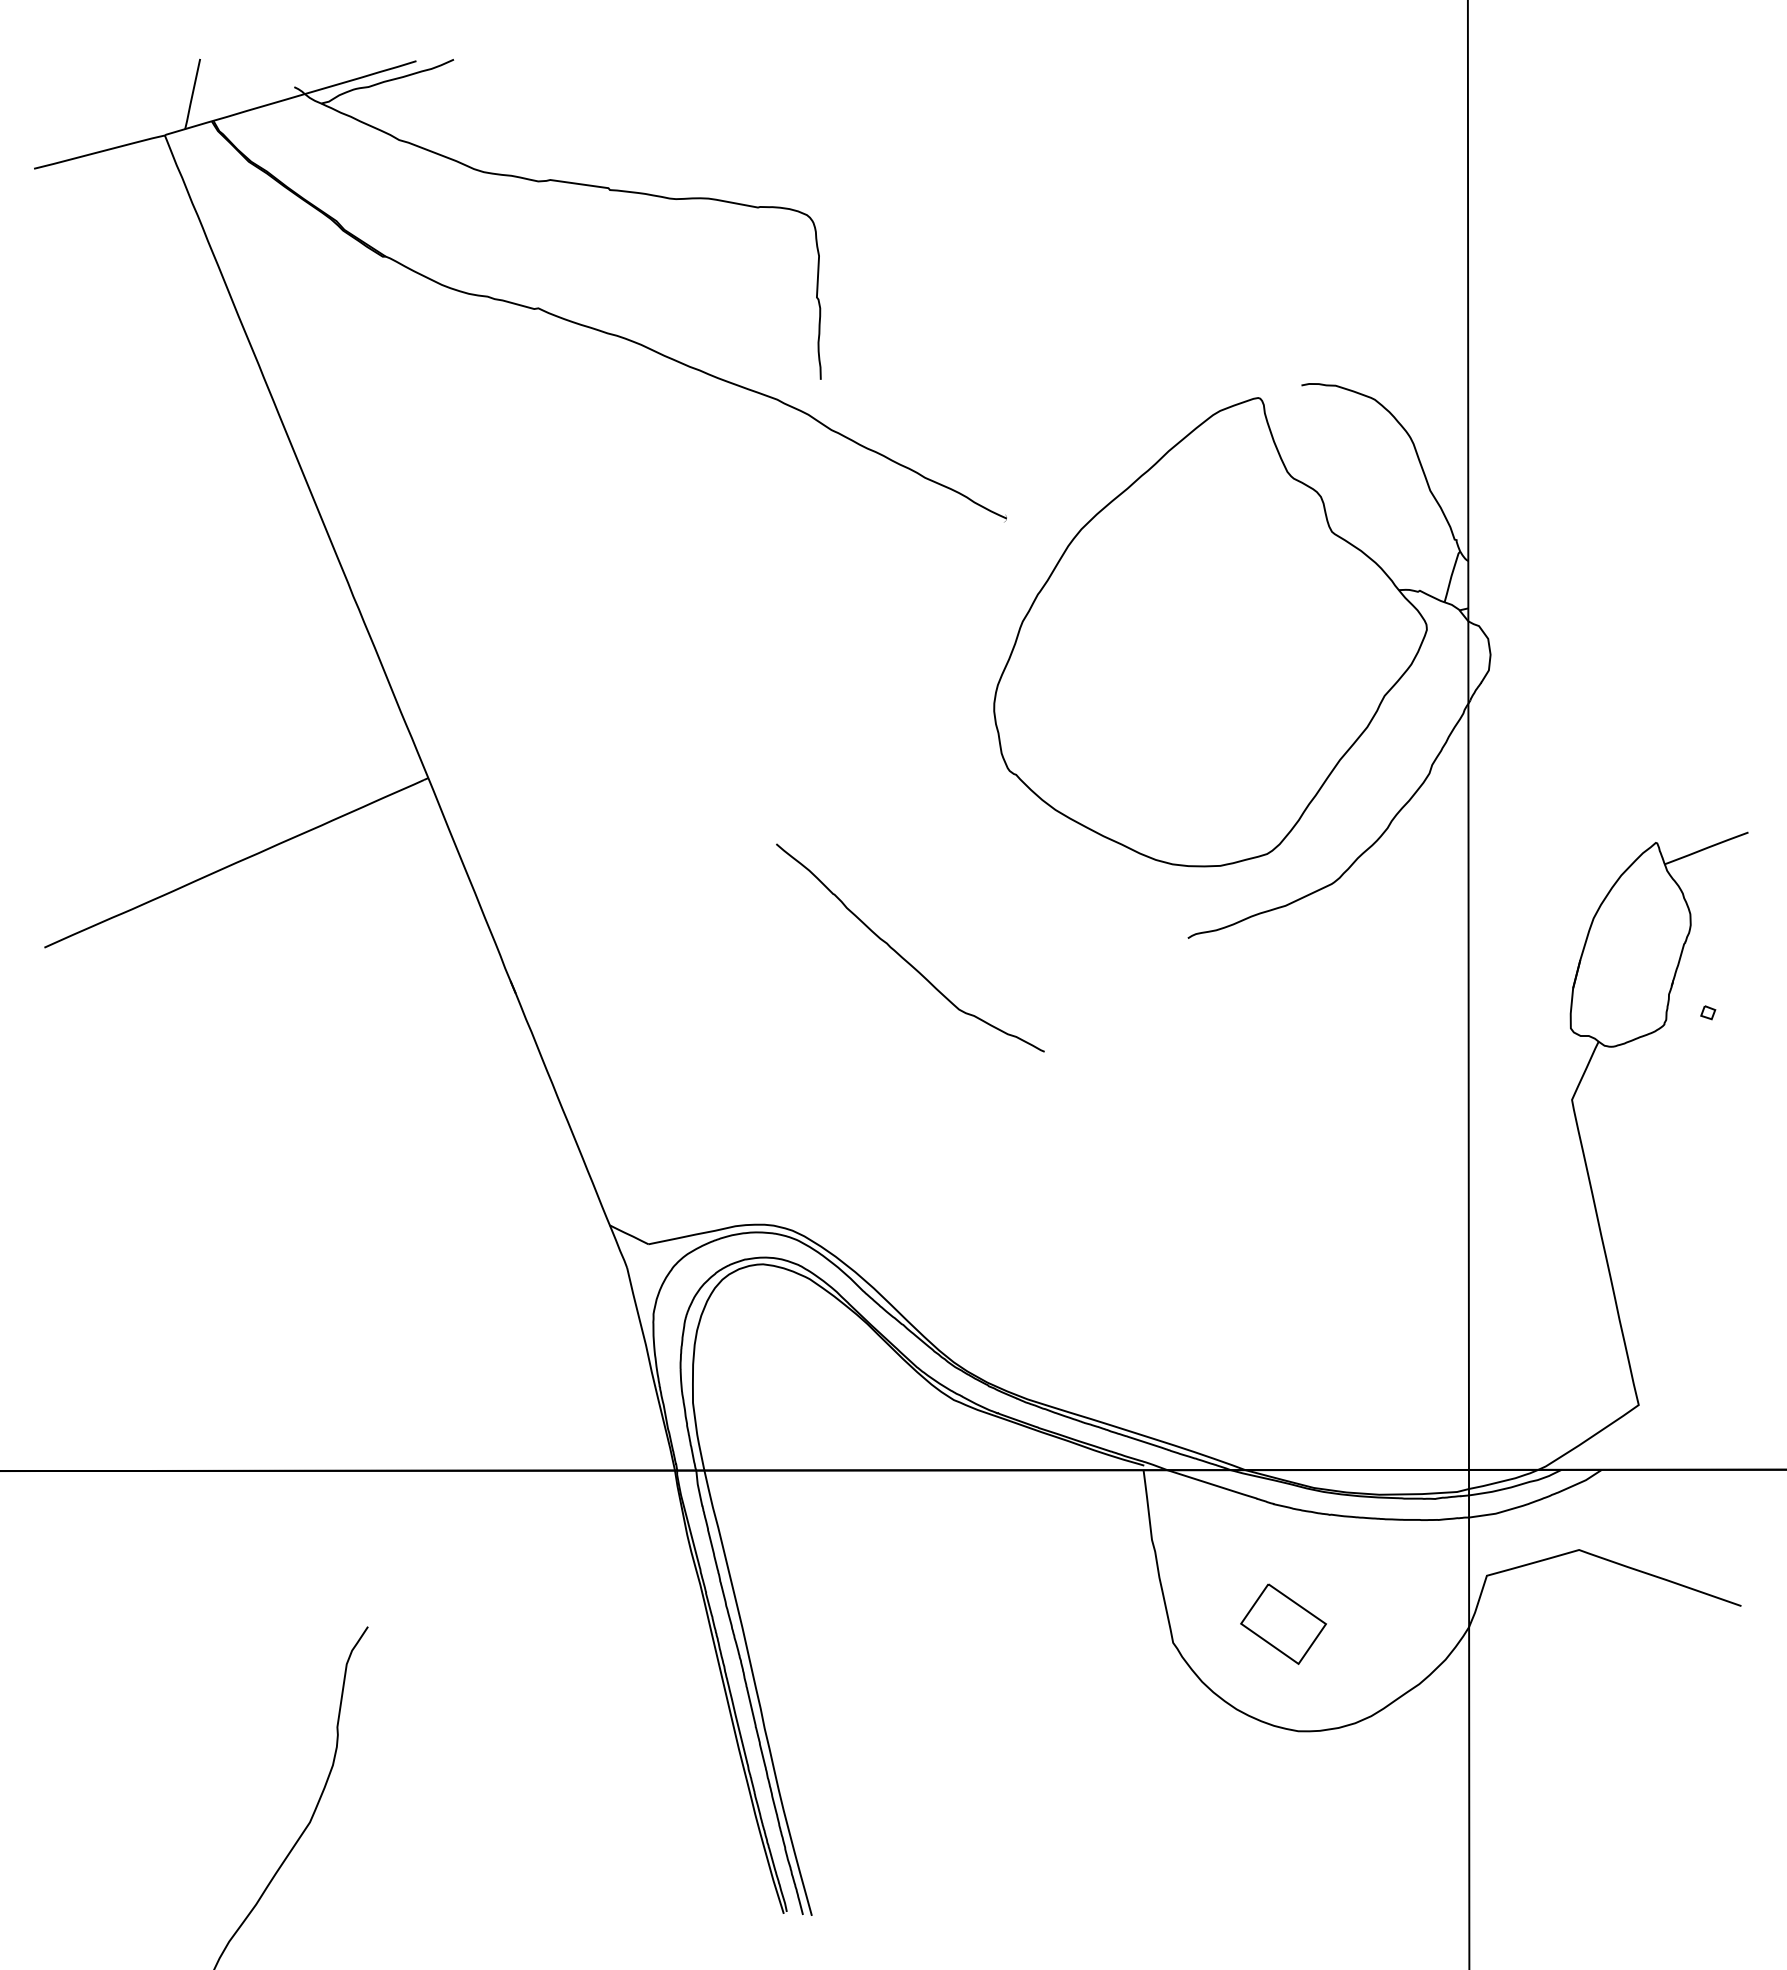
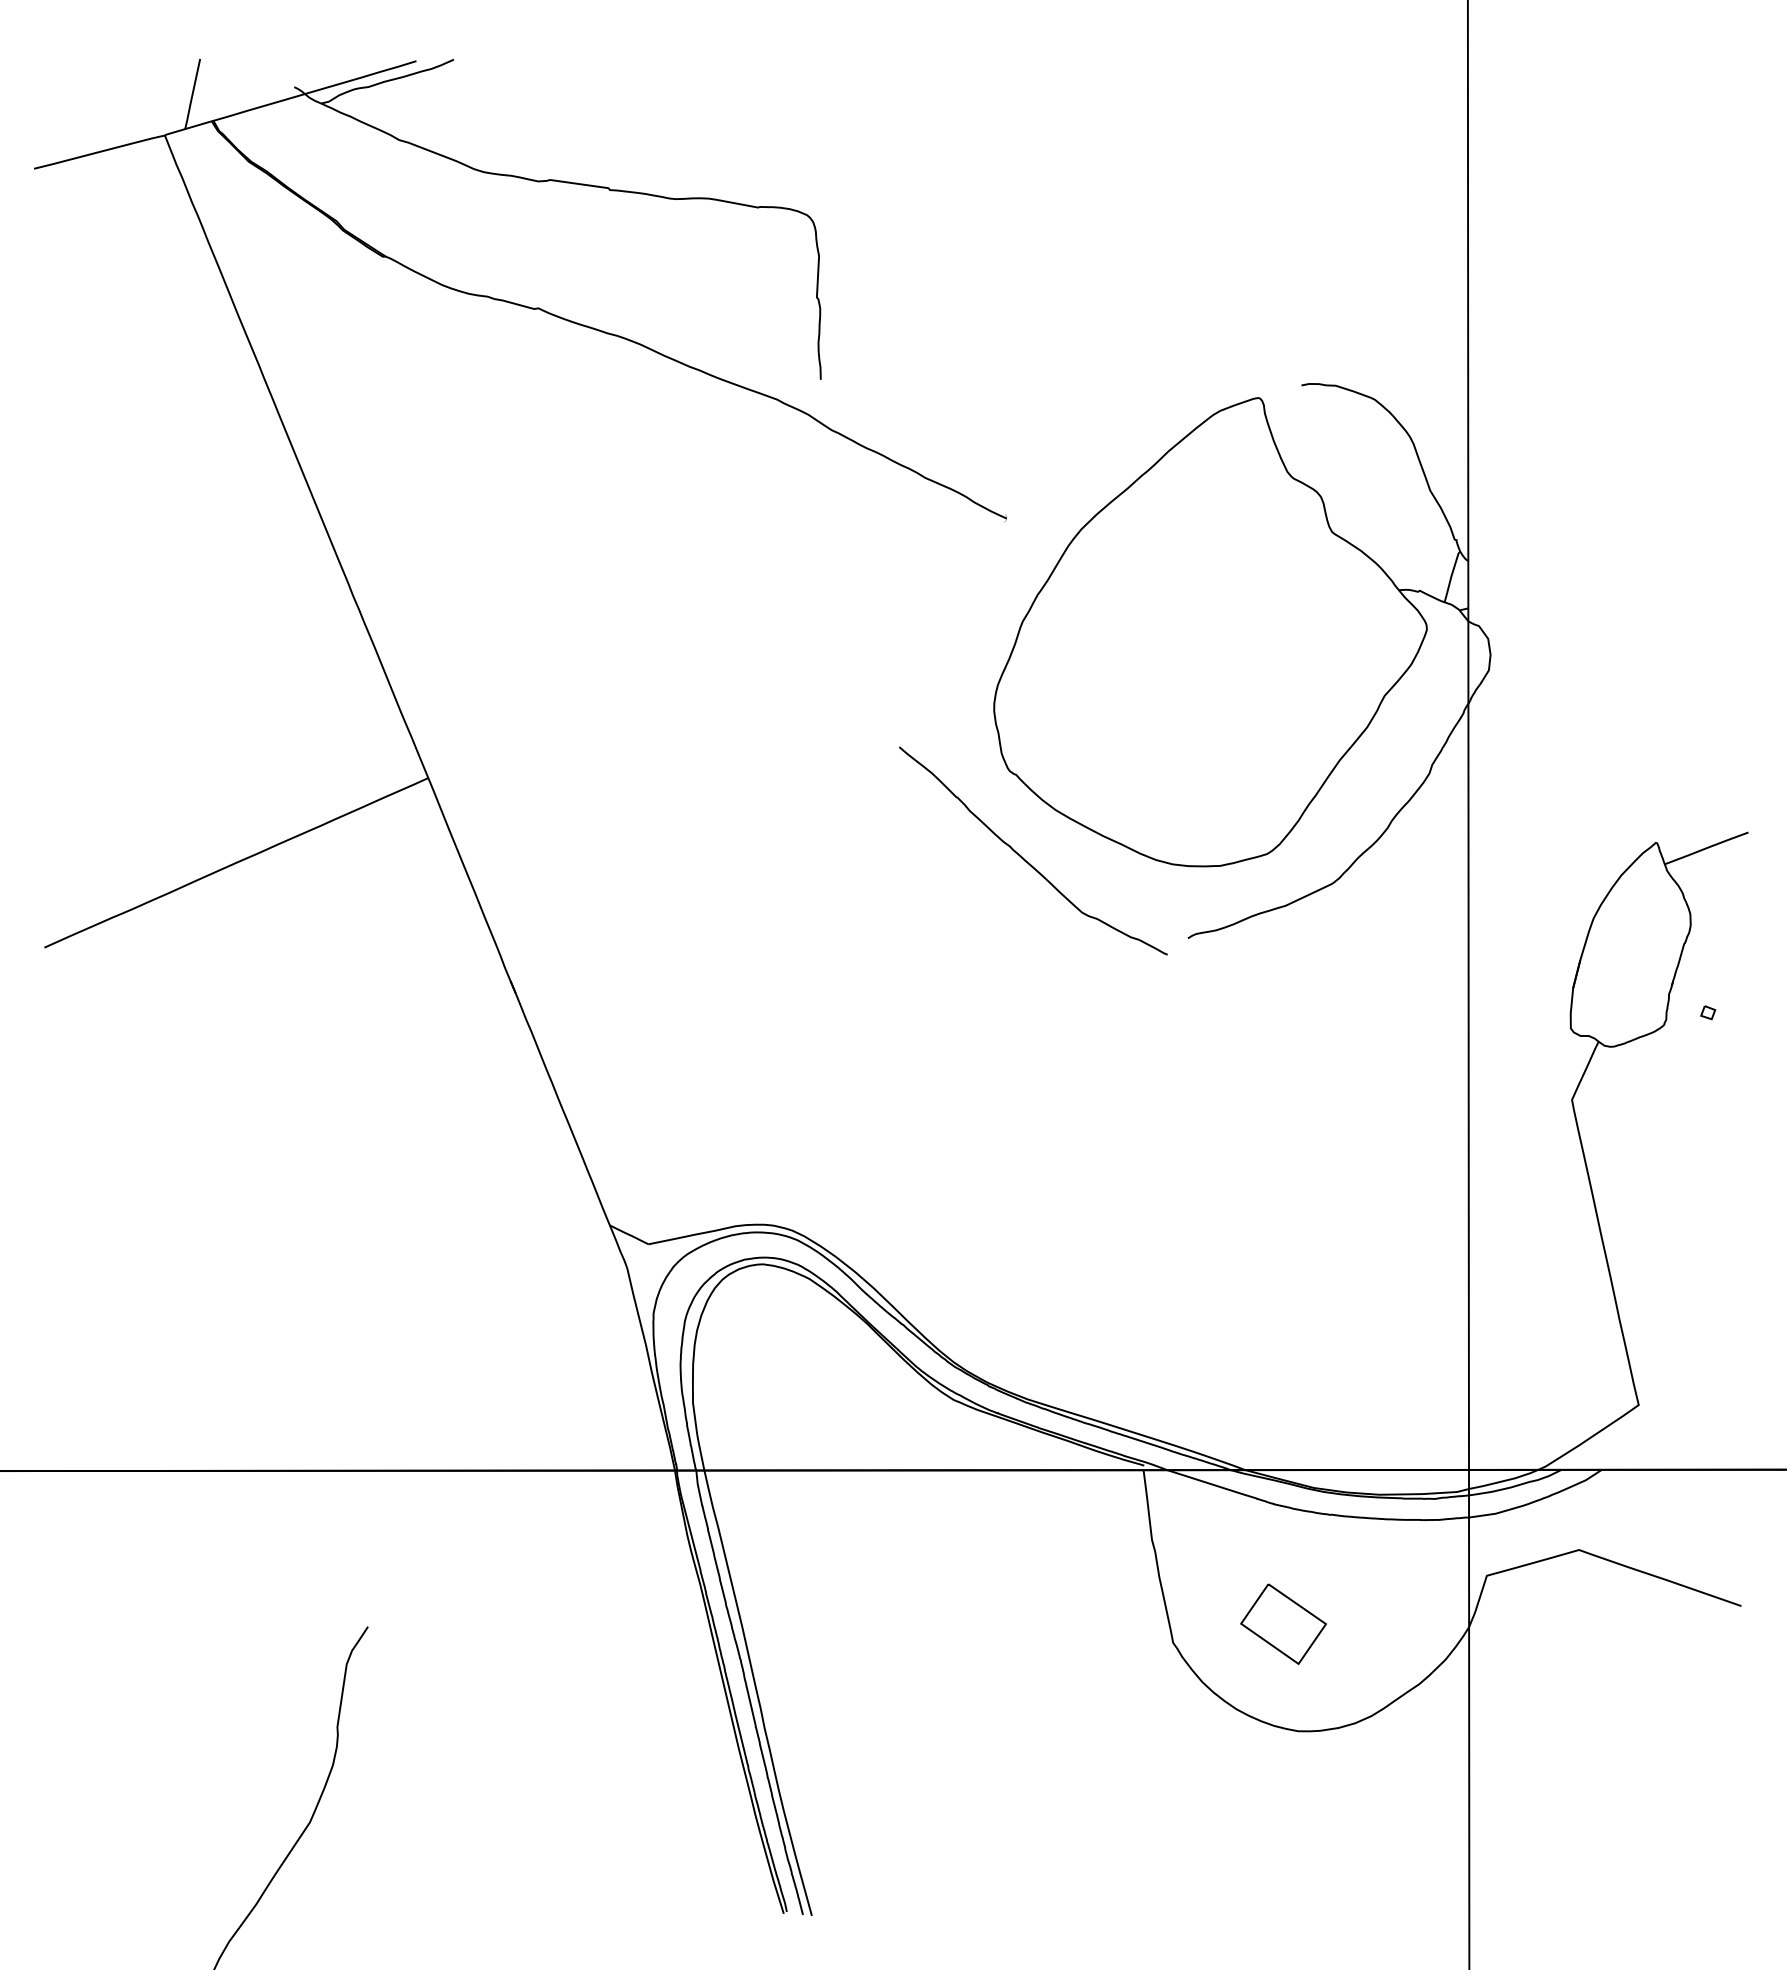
curve at (901, 955) position: (901, 955) -> (1024, 858)
